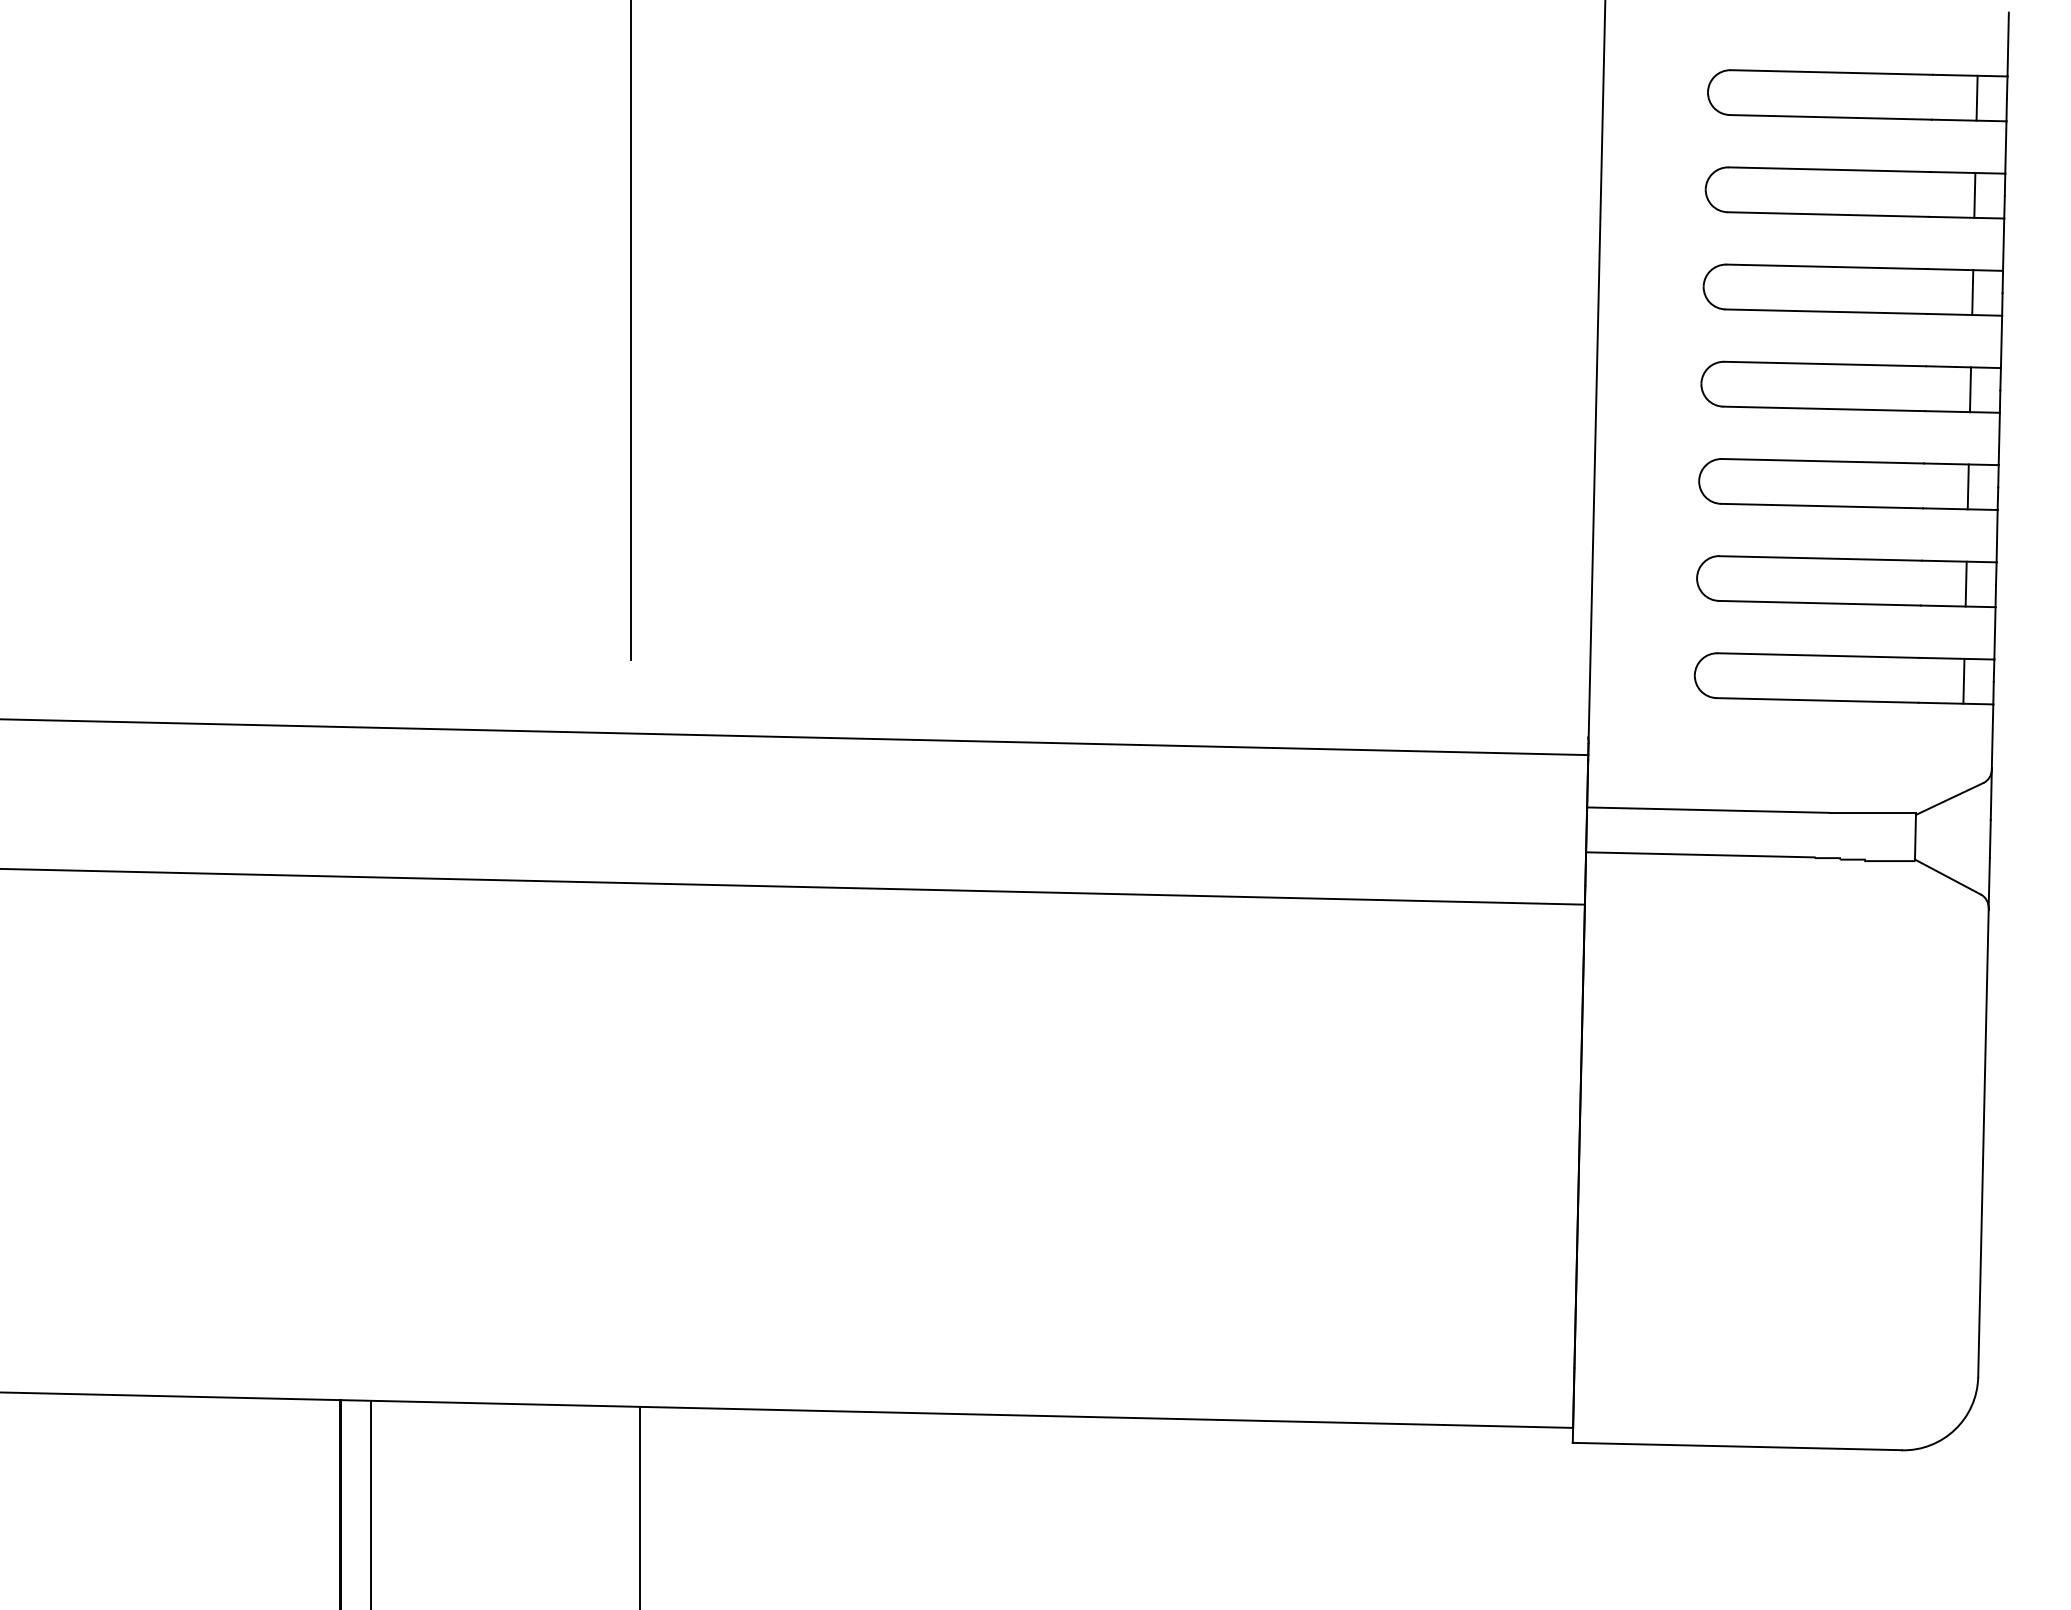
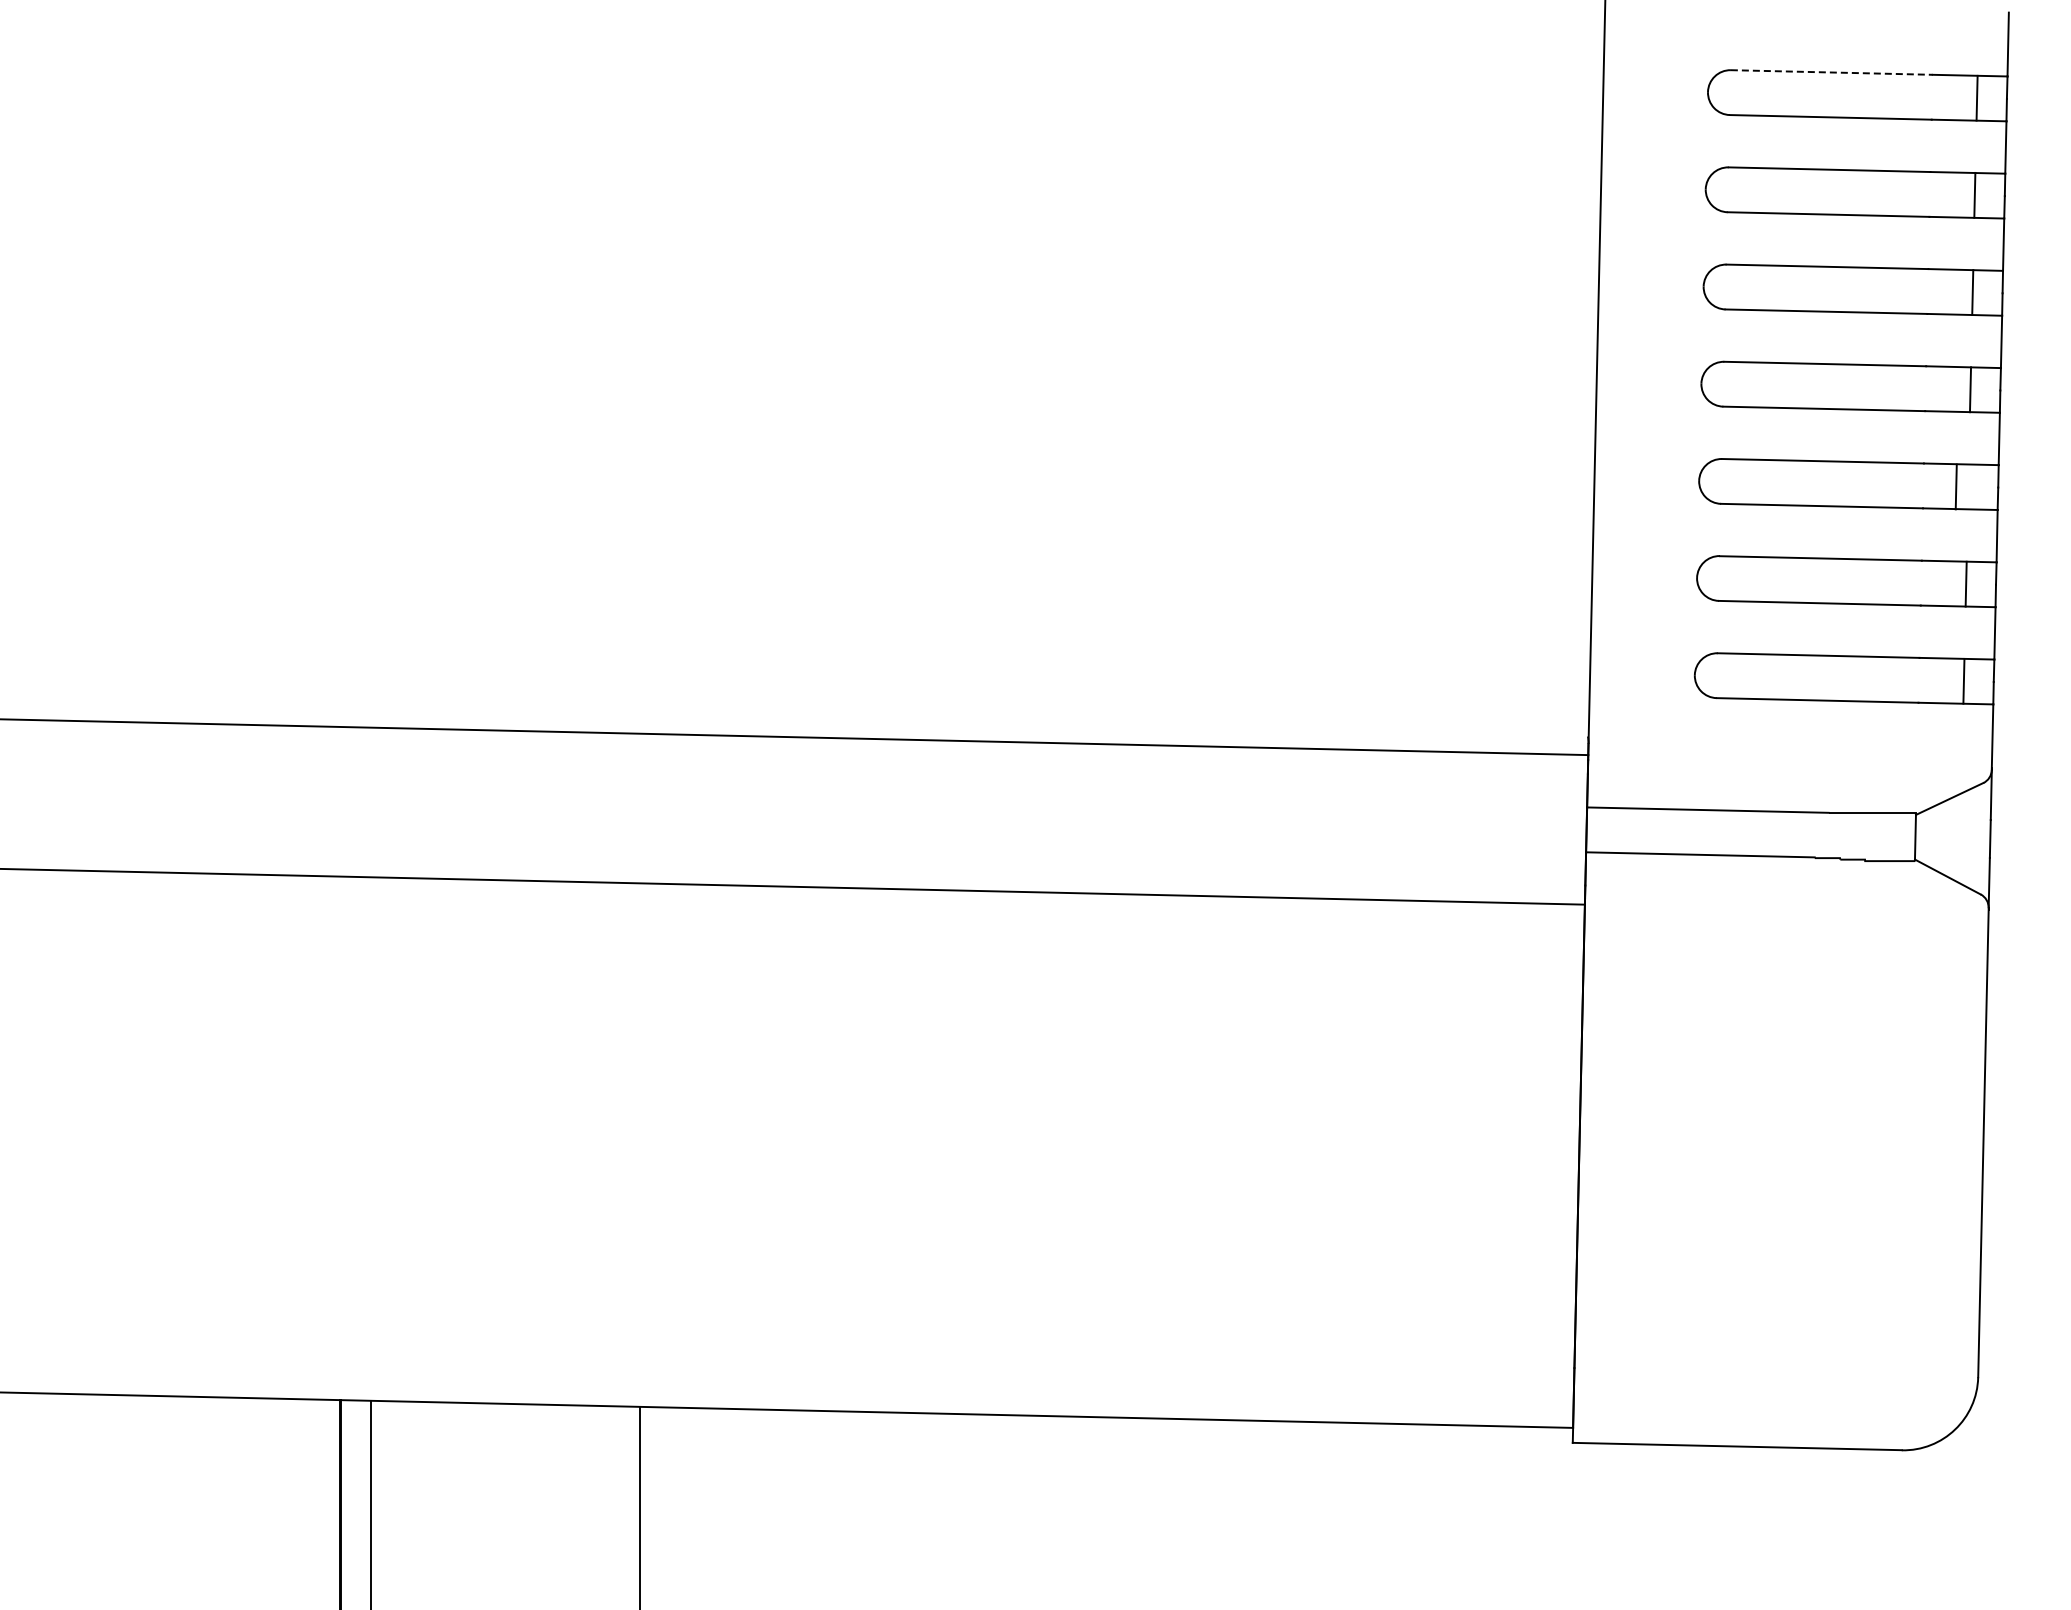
line at (1831, 72): solid -> dashed
line at (631, 331): present -> none
line at (1967, 486) position: (1967, 486) -> (1955, 486)
